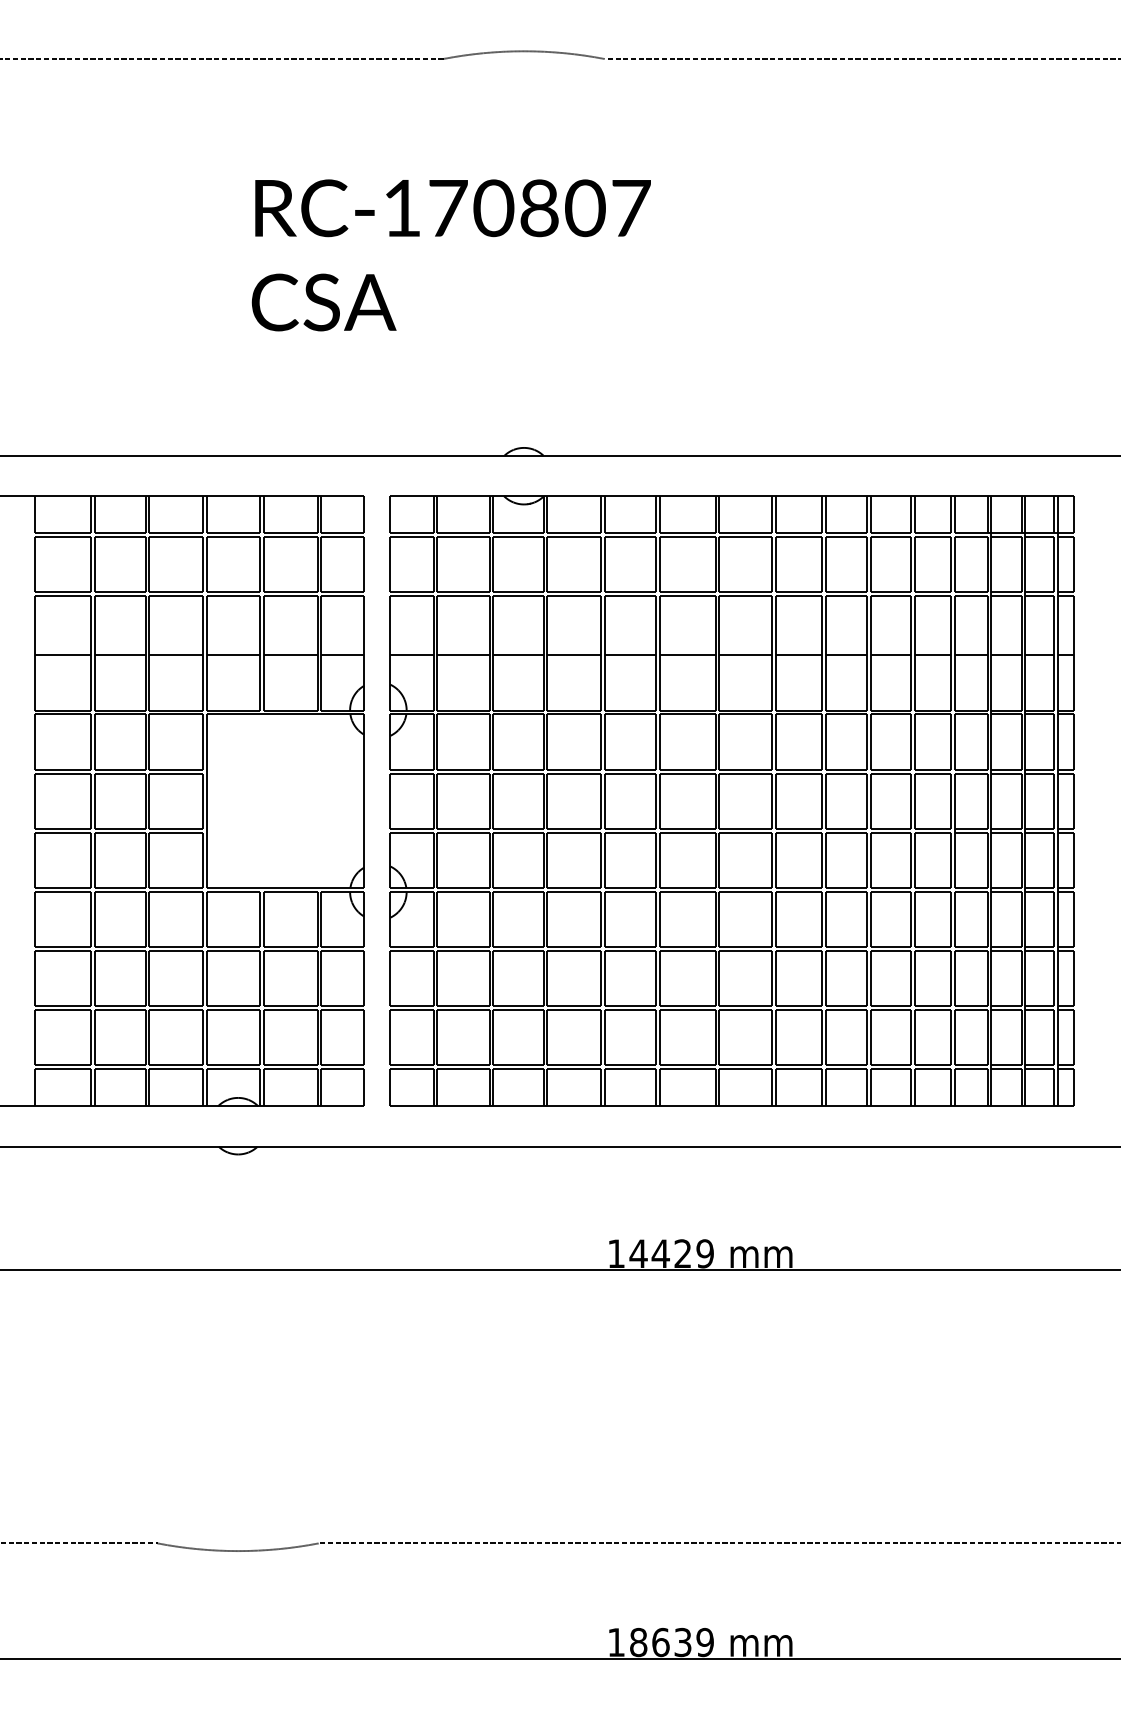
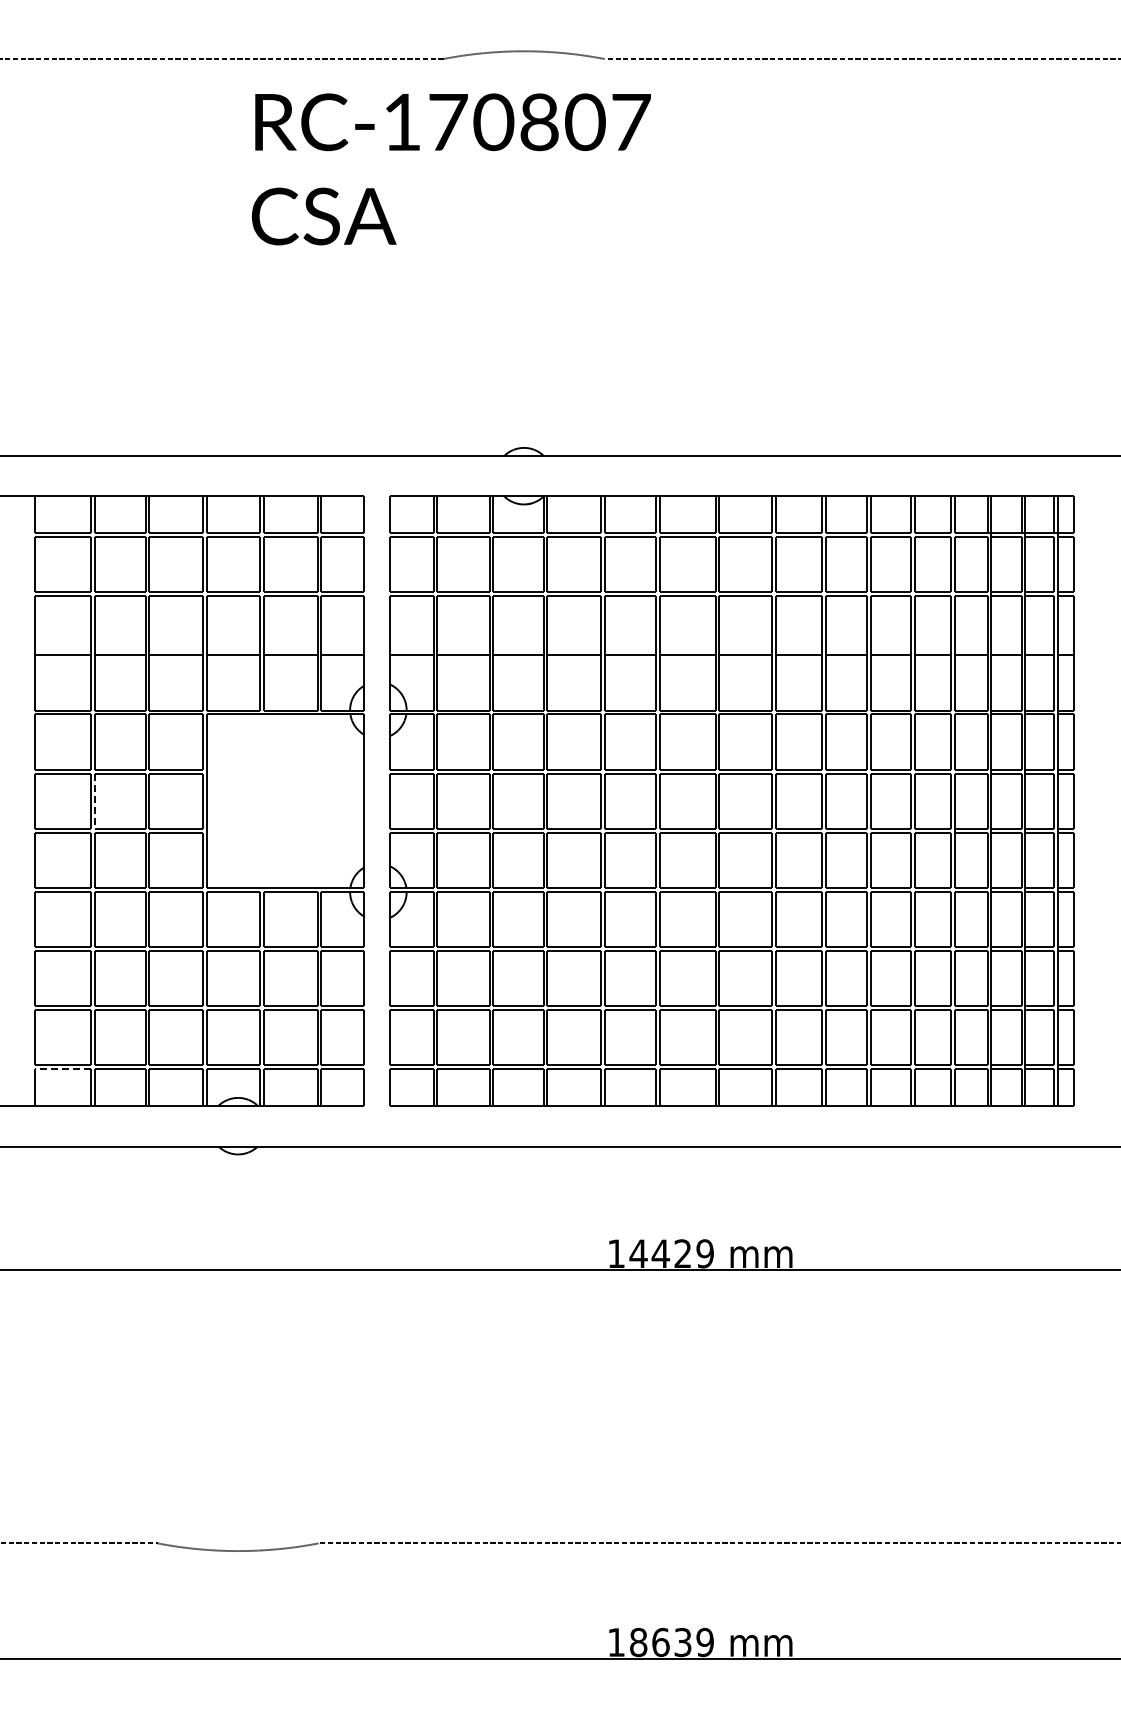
text at (450, 255) position: (450, 255) -> (450, 169)
line at (95, 801): solid -> dashed
line at (62, 1069): solid -> dashed
